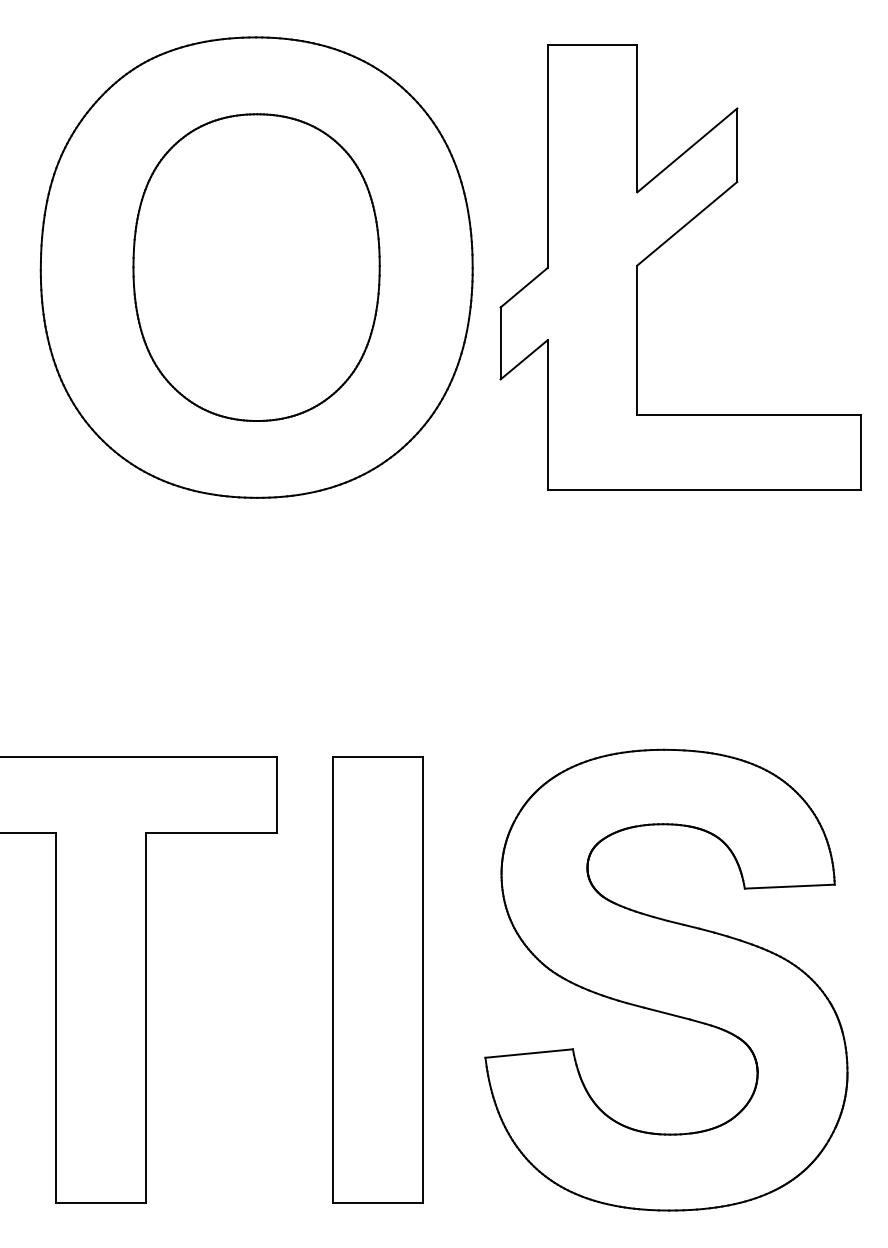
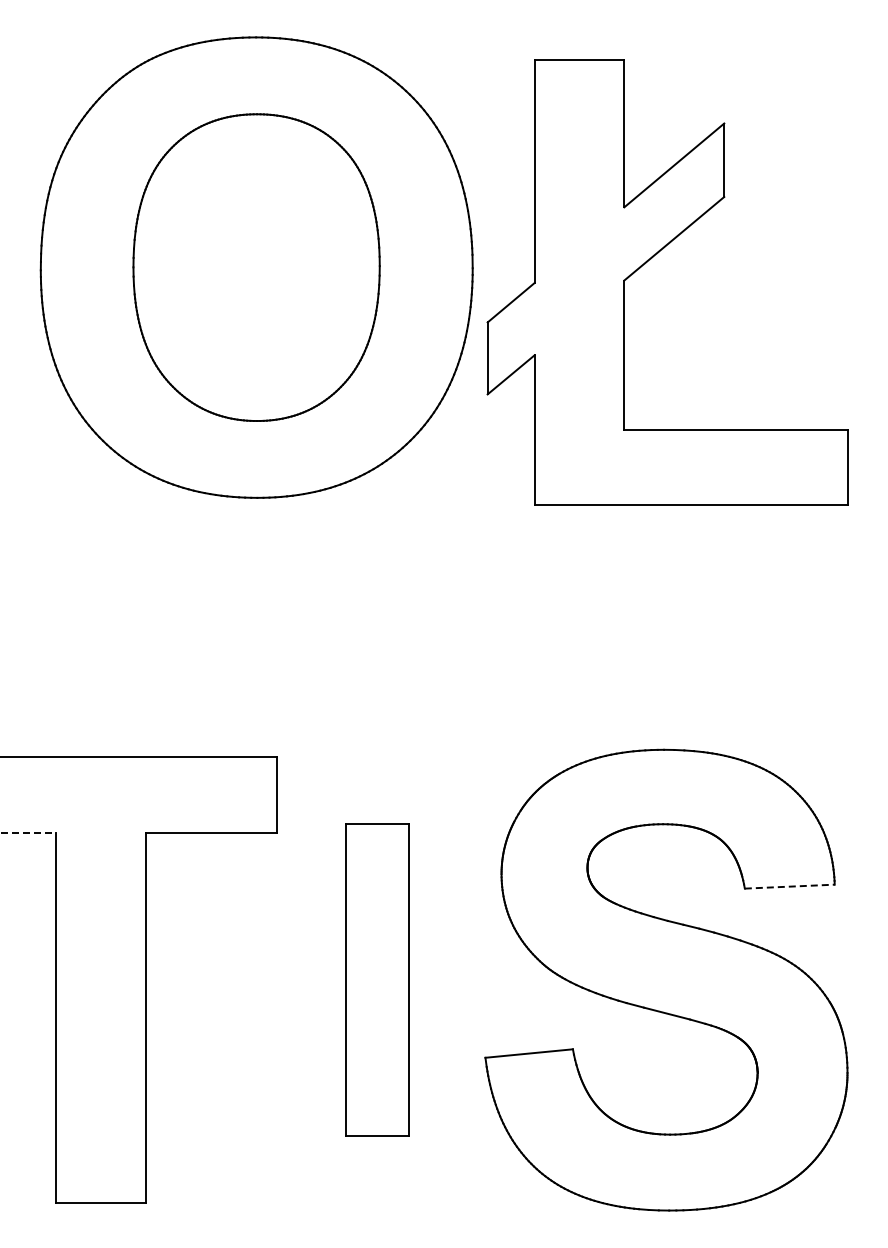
part at (664, 244) position: (664, 244) -> (651, 259)
line at (27, 832): solid -> dashed
line at (789, 886): solid -> dashed
part at (377, 979) size: 92x448 px -> 65x314 px
